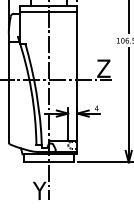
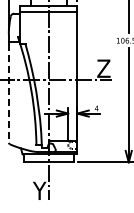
line at (8, 93): solid -> dashed
